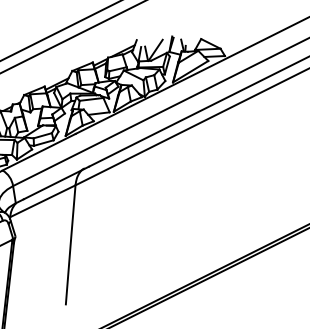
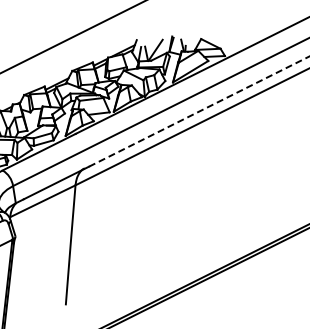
line at (60, 30): present -> none
line at (199, 111): solid -> dashed
